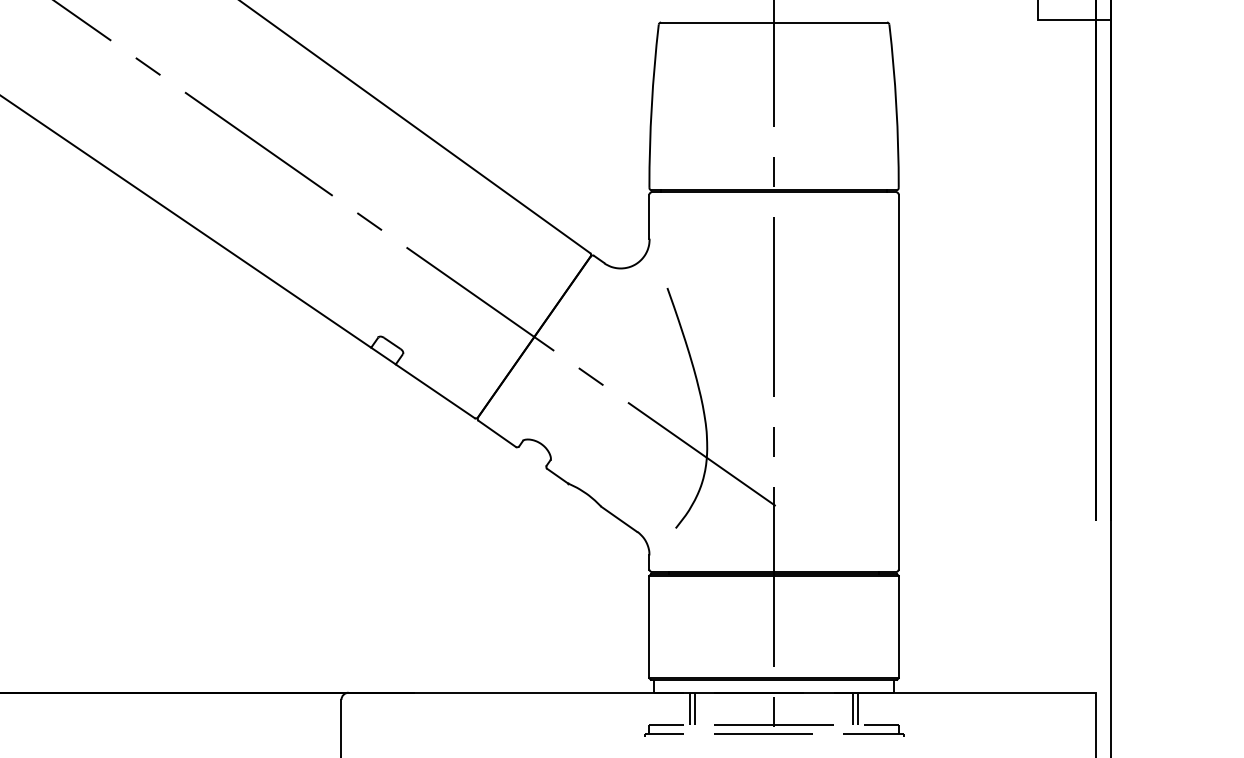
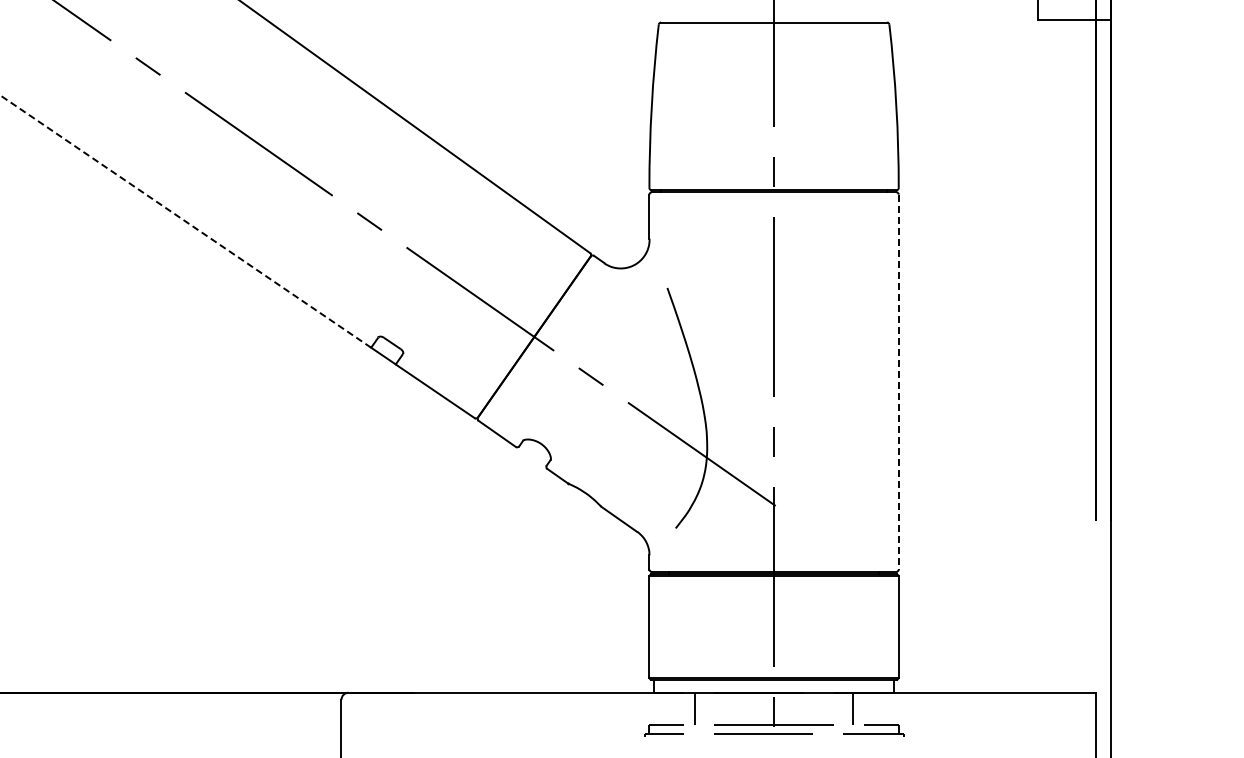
line at (185, 221): solid -> dashed
line at (898, 382): solid -> dashed
line at (690, 708): present -> none
line at (857, 708): present -> none
